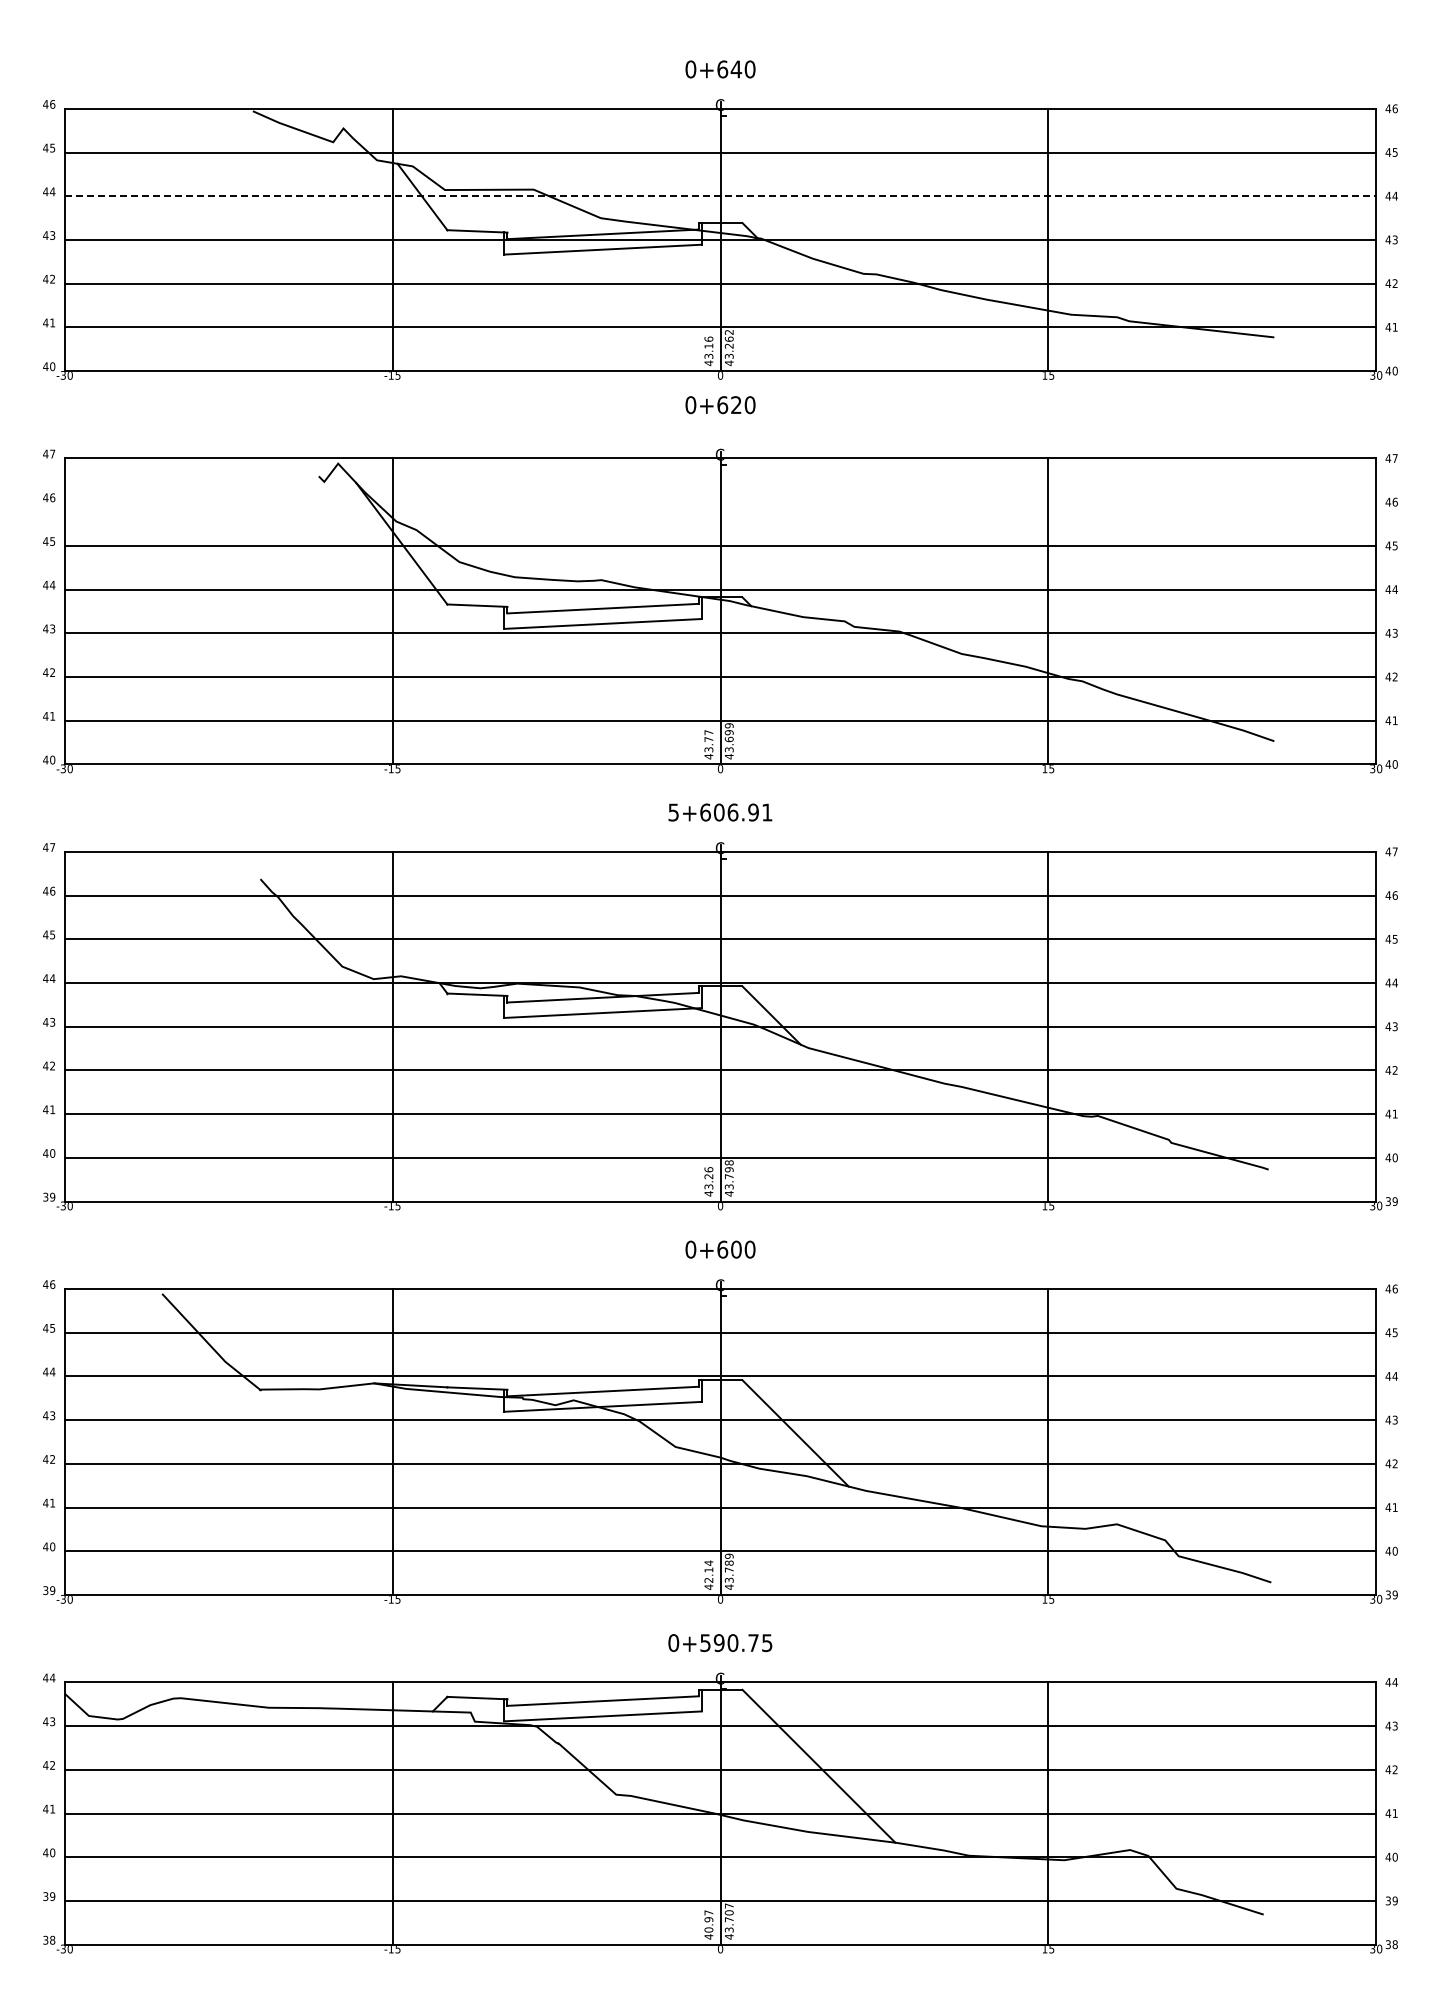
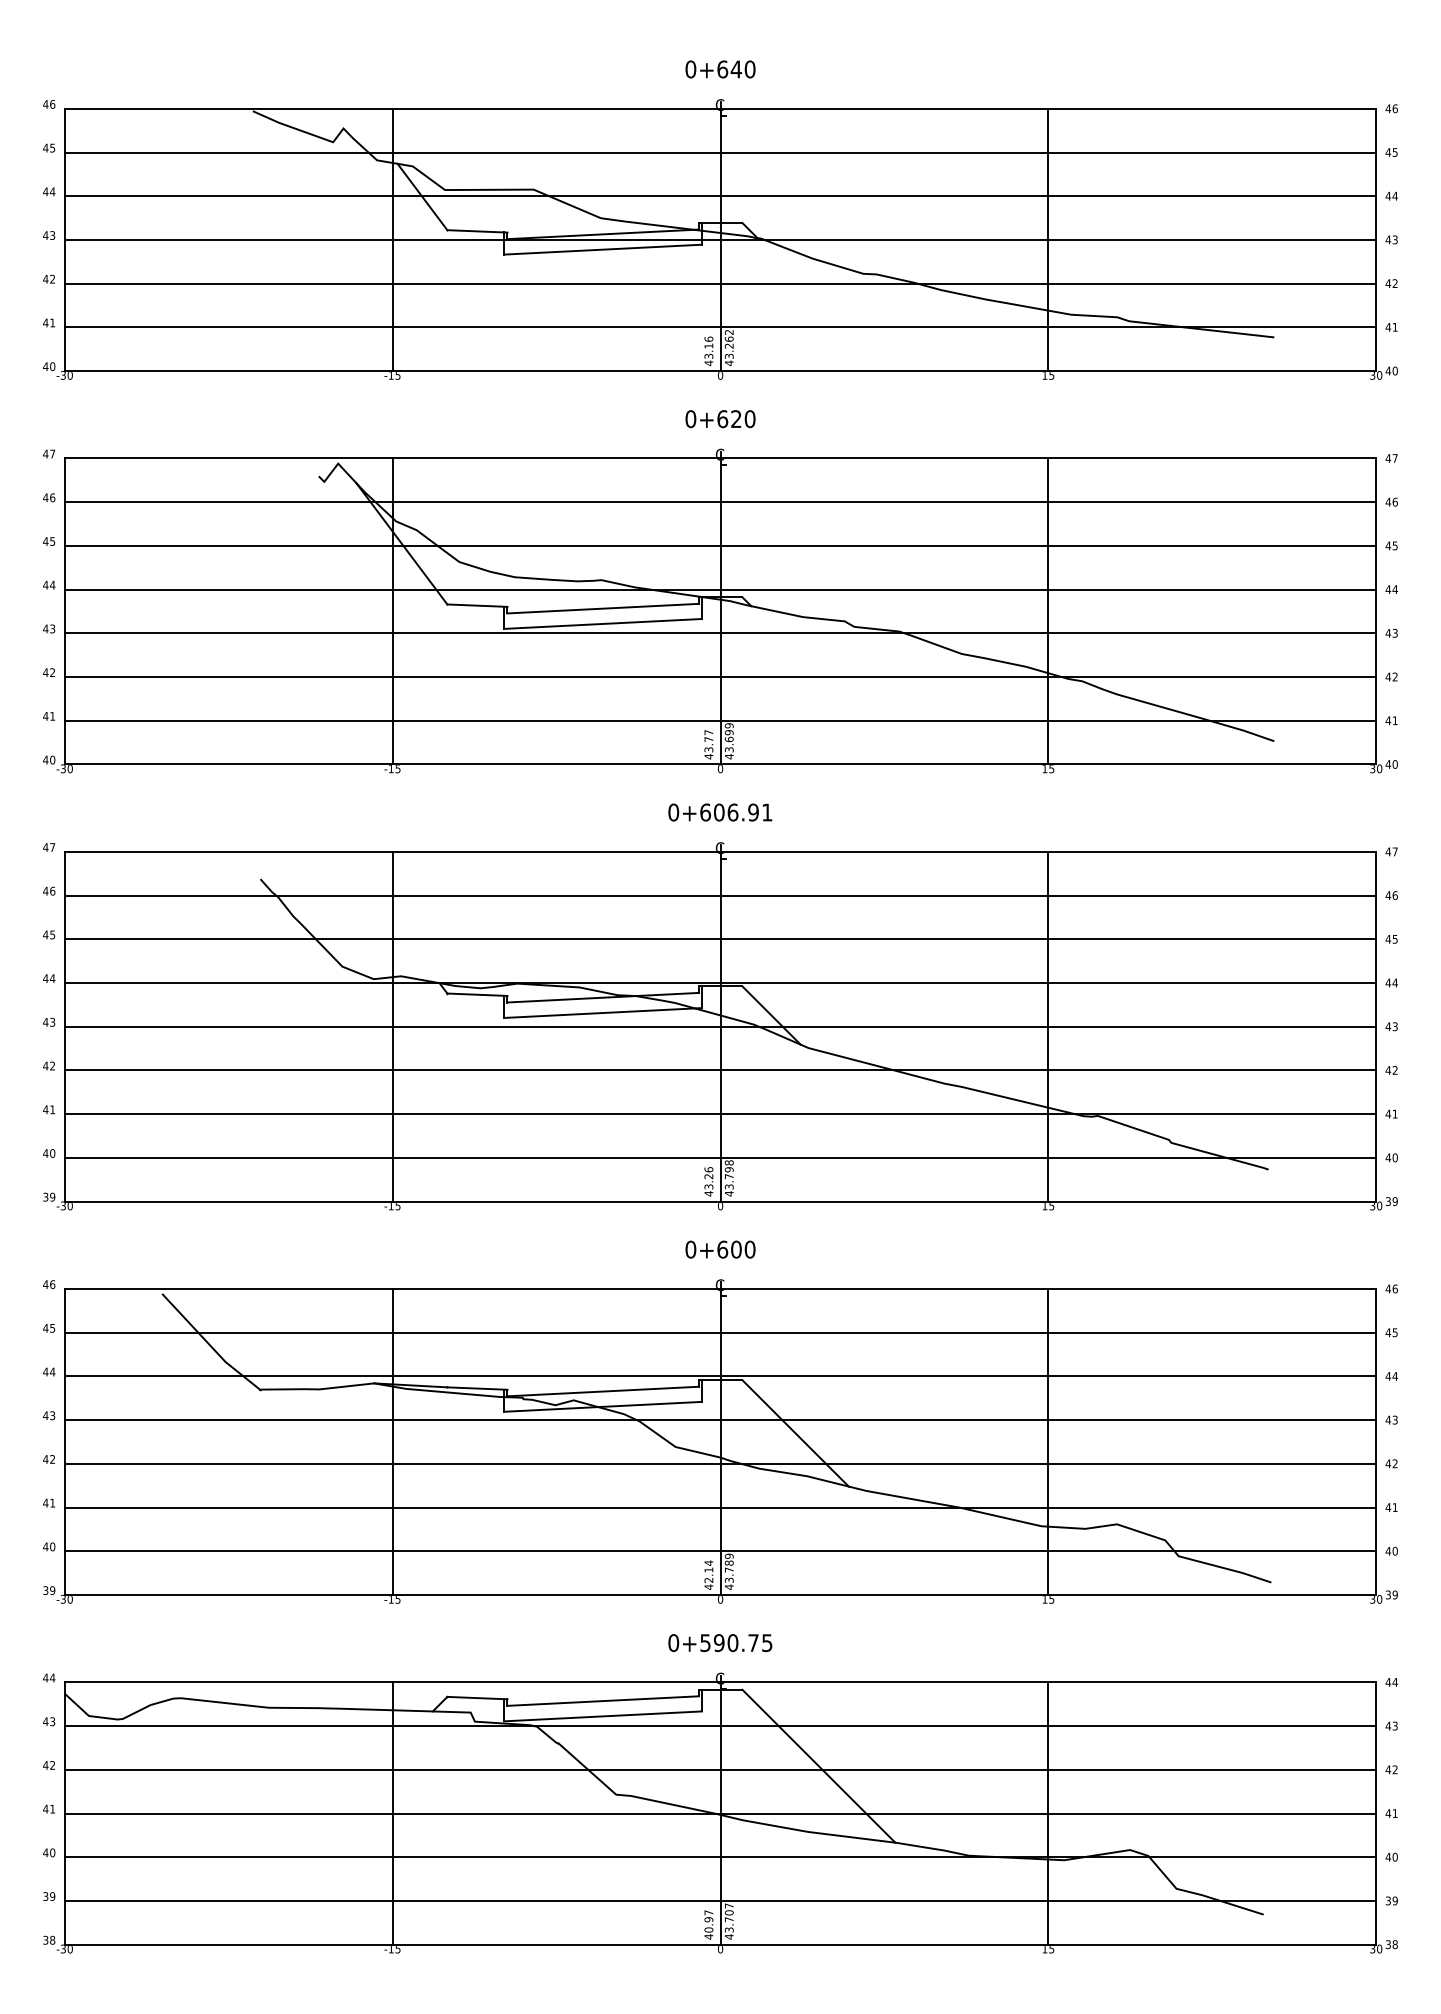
line at (720, 196): dashed -> solid
text at (720, 405) position: (720, 405) -> (720, 419)
line at (720, 502): none -> present
text at (673, 812): 5+606.91 -> 0+606.91
